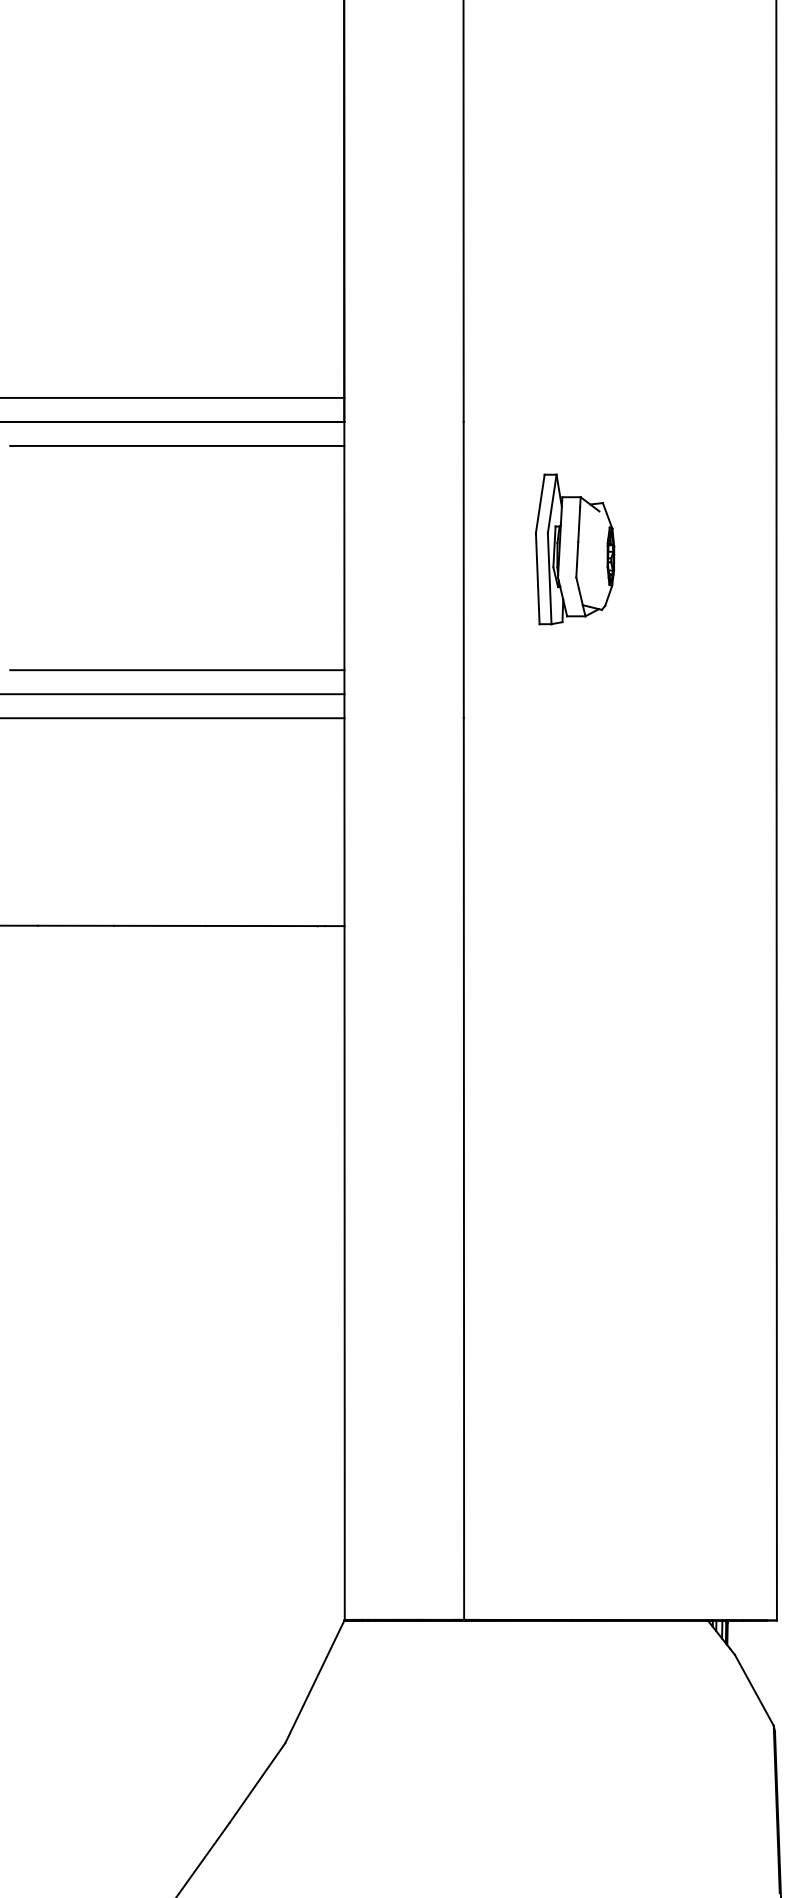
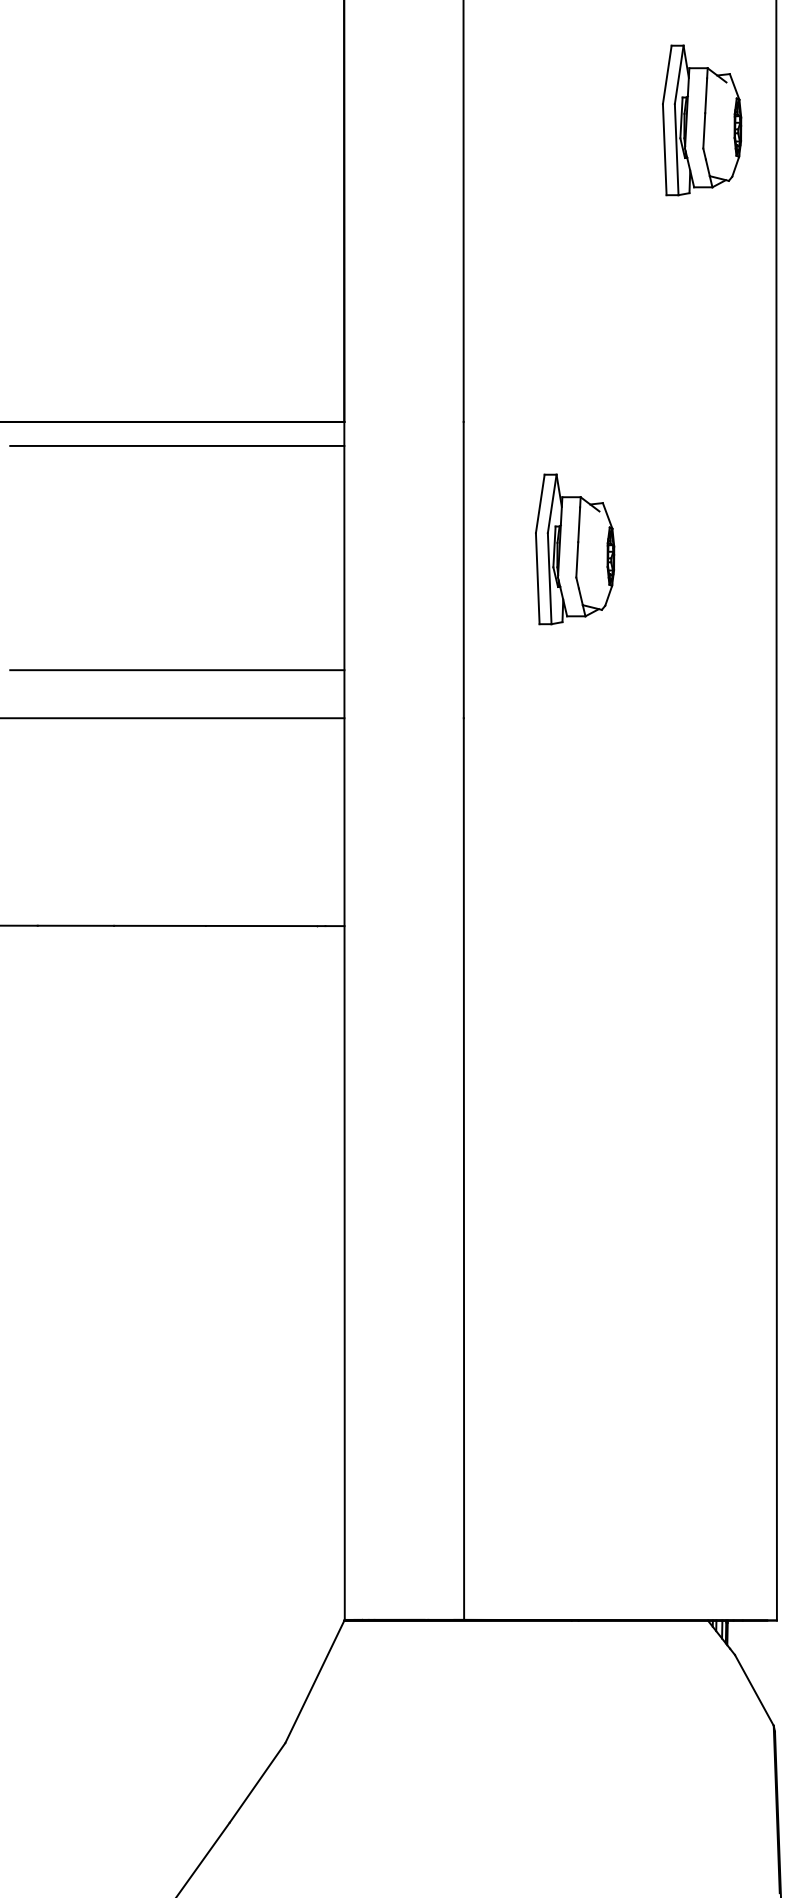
part at (702, 120): none -> present
line at (173, 397): present -> none
line at (173, 694): present -> none
